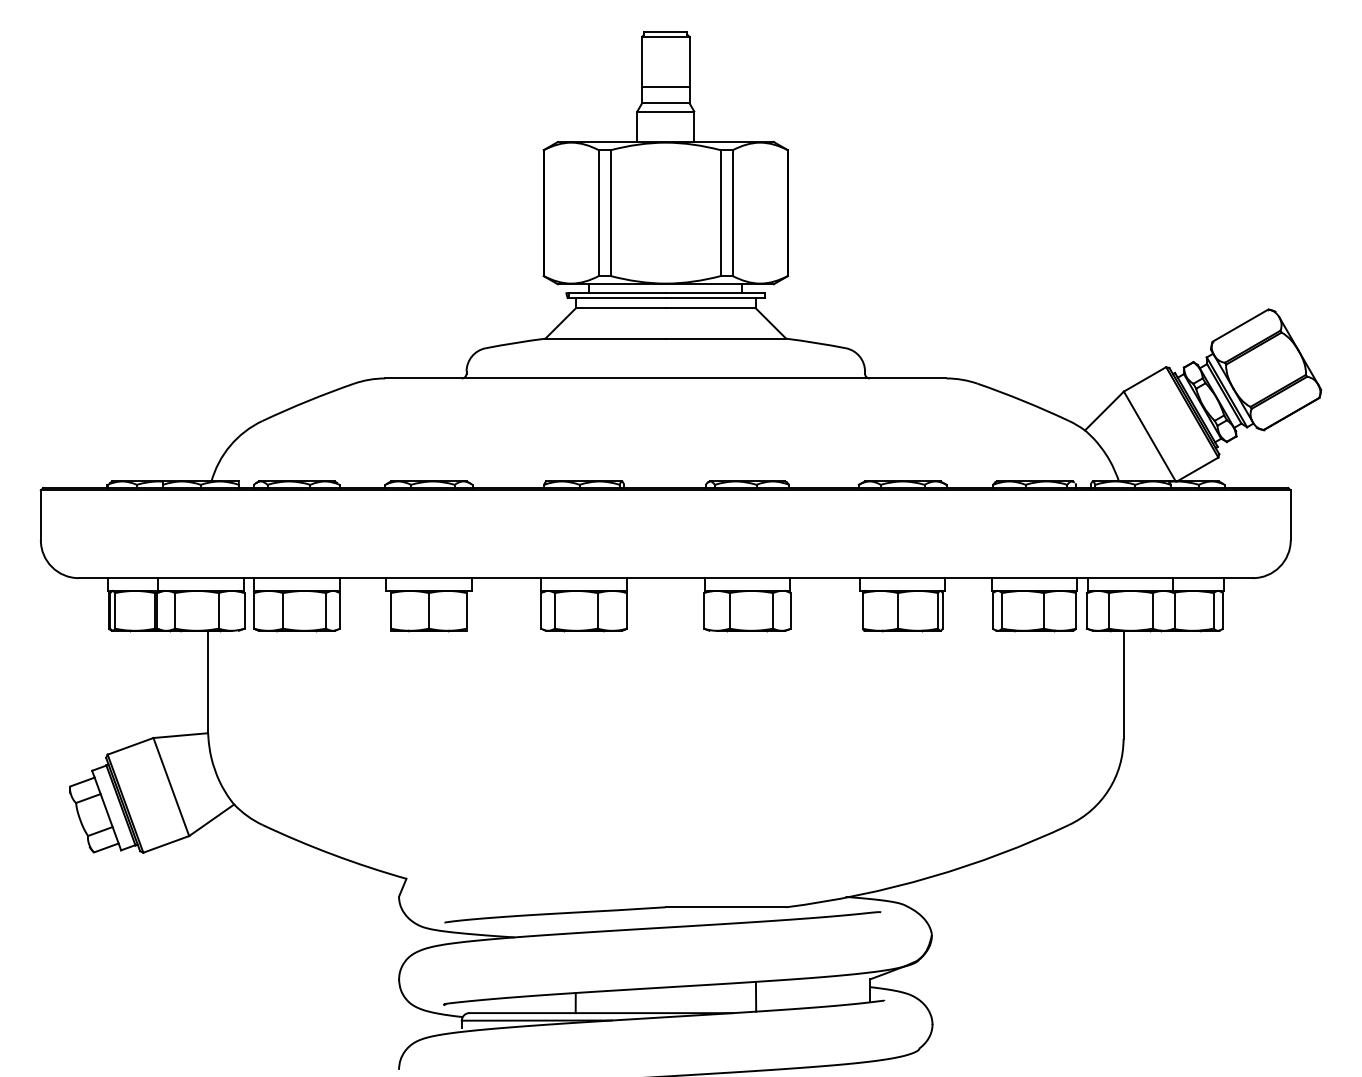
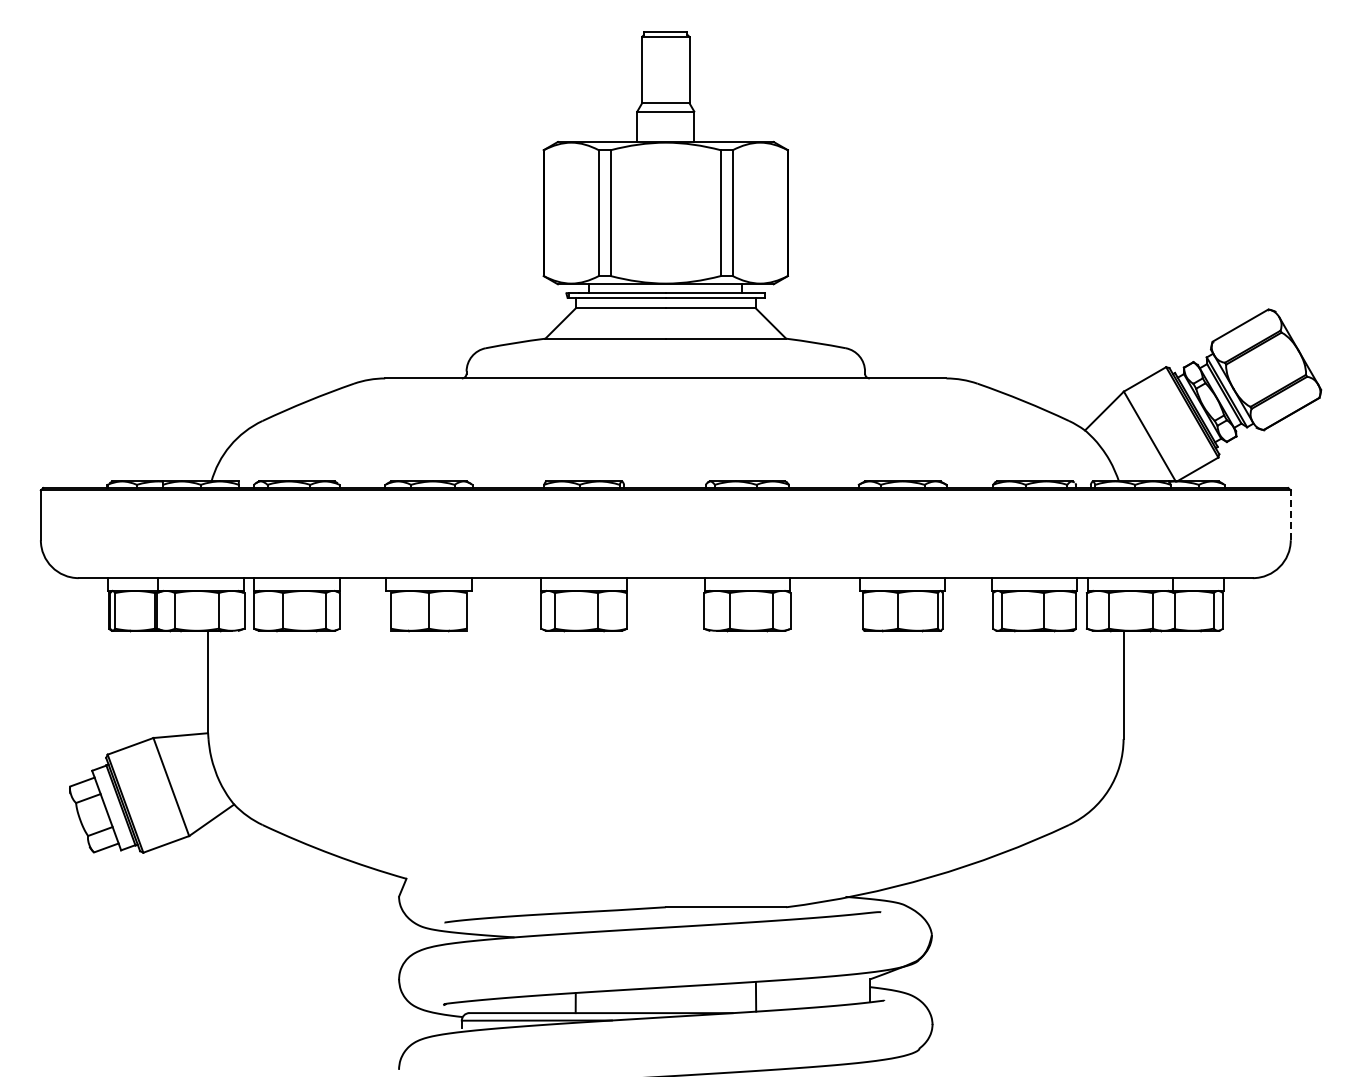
line at (665, 86): present -> none
line at (1290, 515): solid -> dashed
